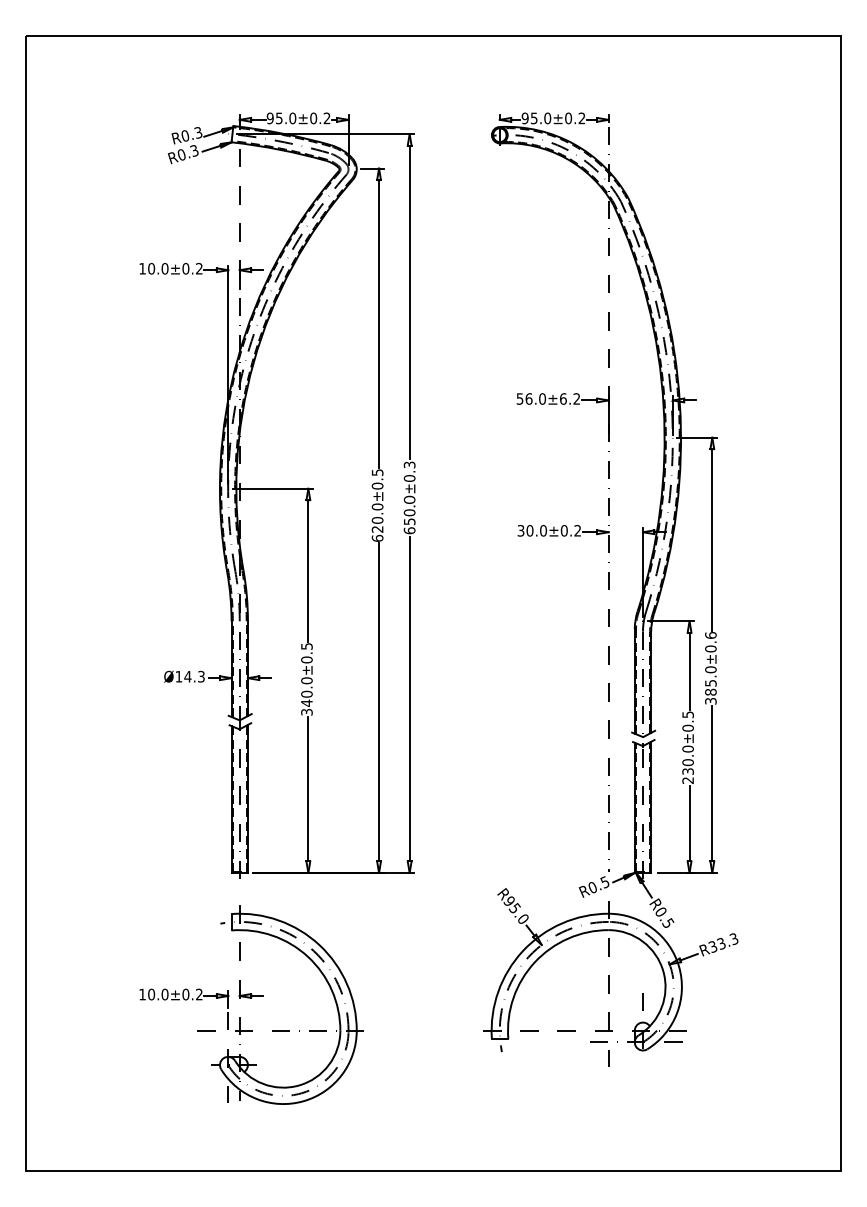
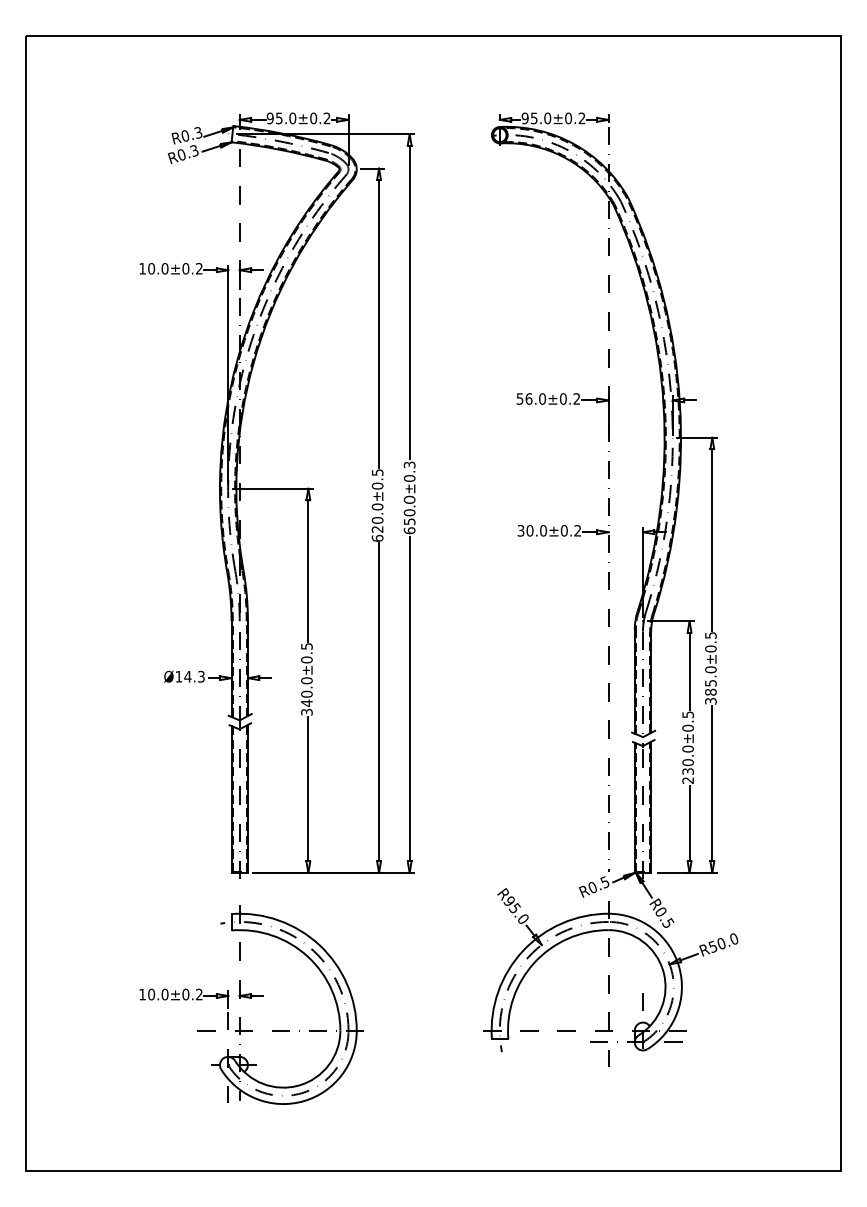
text at (563, 398): 56.0±6.2 -> 56.0±0.2
text at (710, 635): 385.0±0.6 -> 385.0±0.5
text at (723, 941): R33.3 -> R50.0
